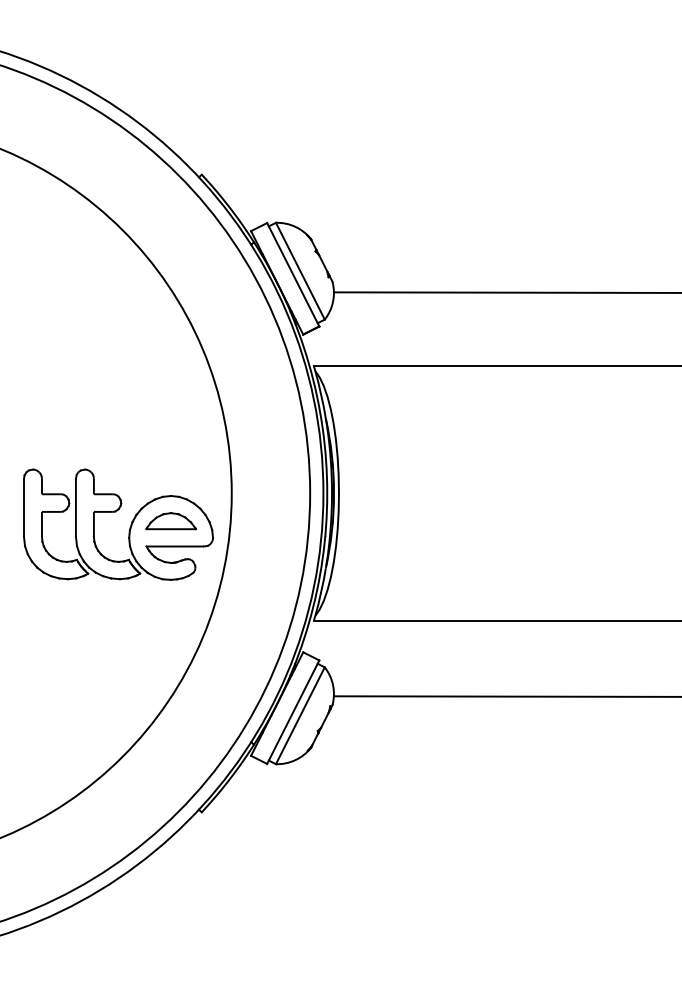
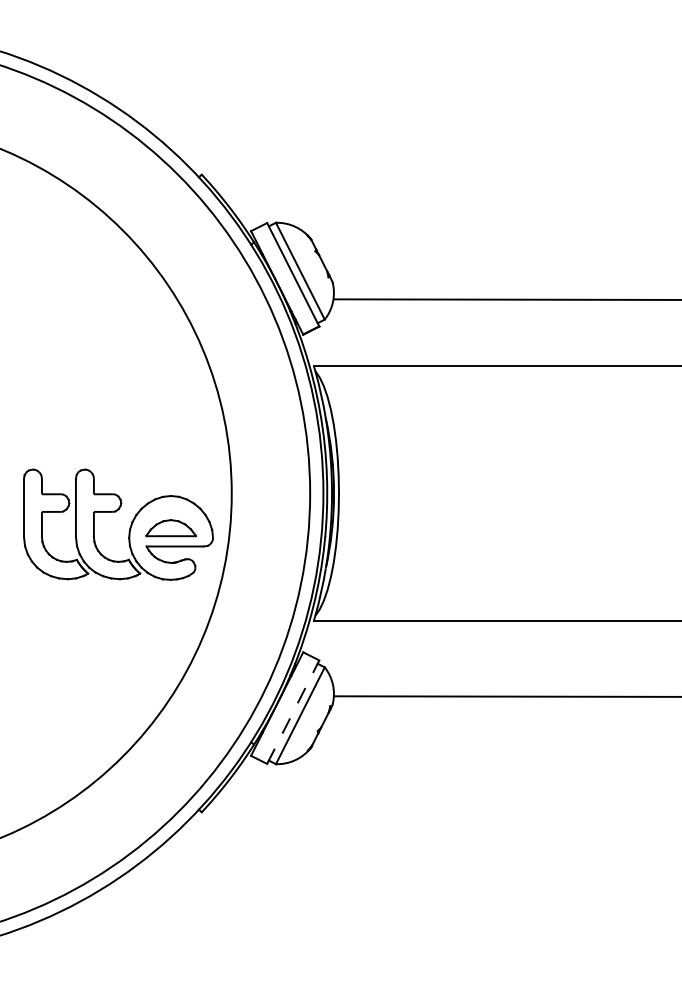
line at (505, 292) position: (505, 292) -> (505, 299)
part at (171, 521) position: (171, 521) -> (171, 528)
line at (293, 712): solid -> dashed
